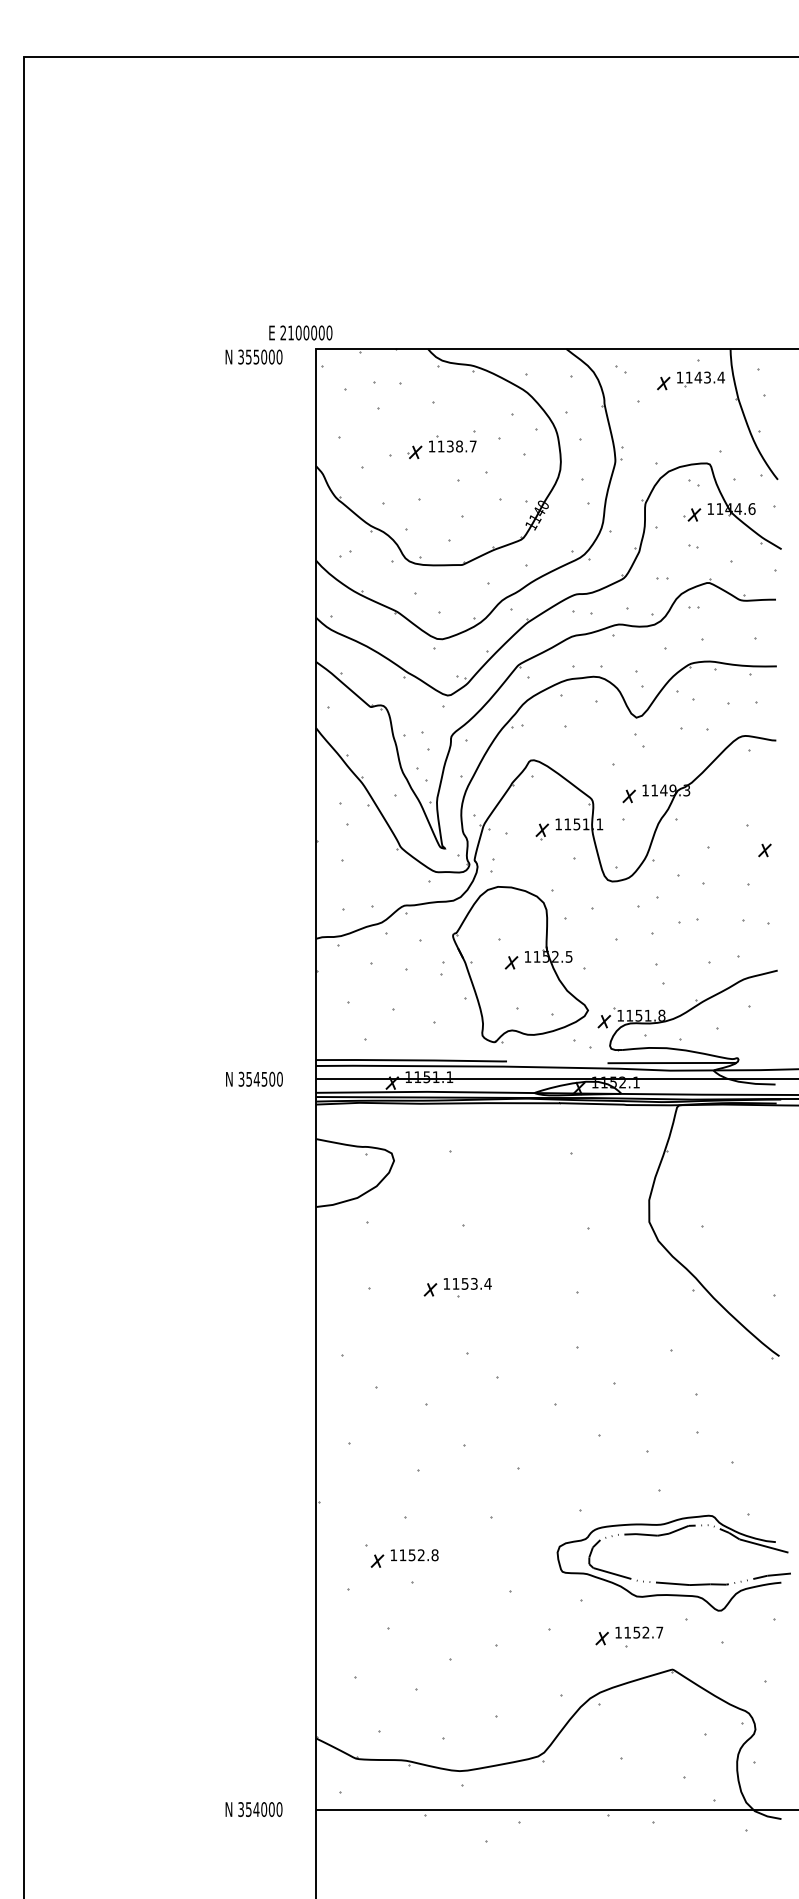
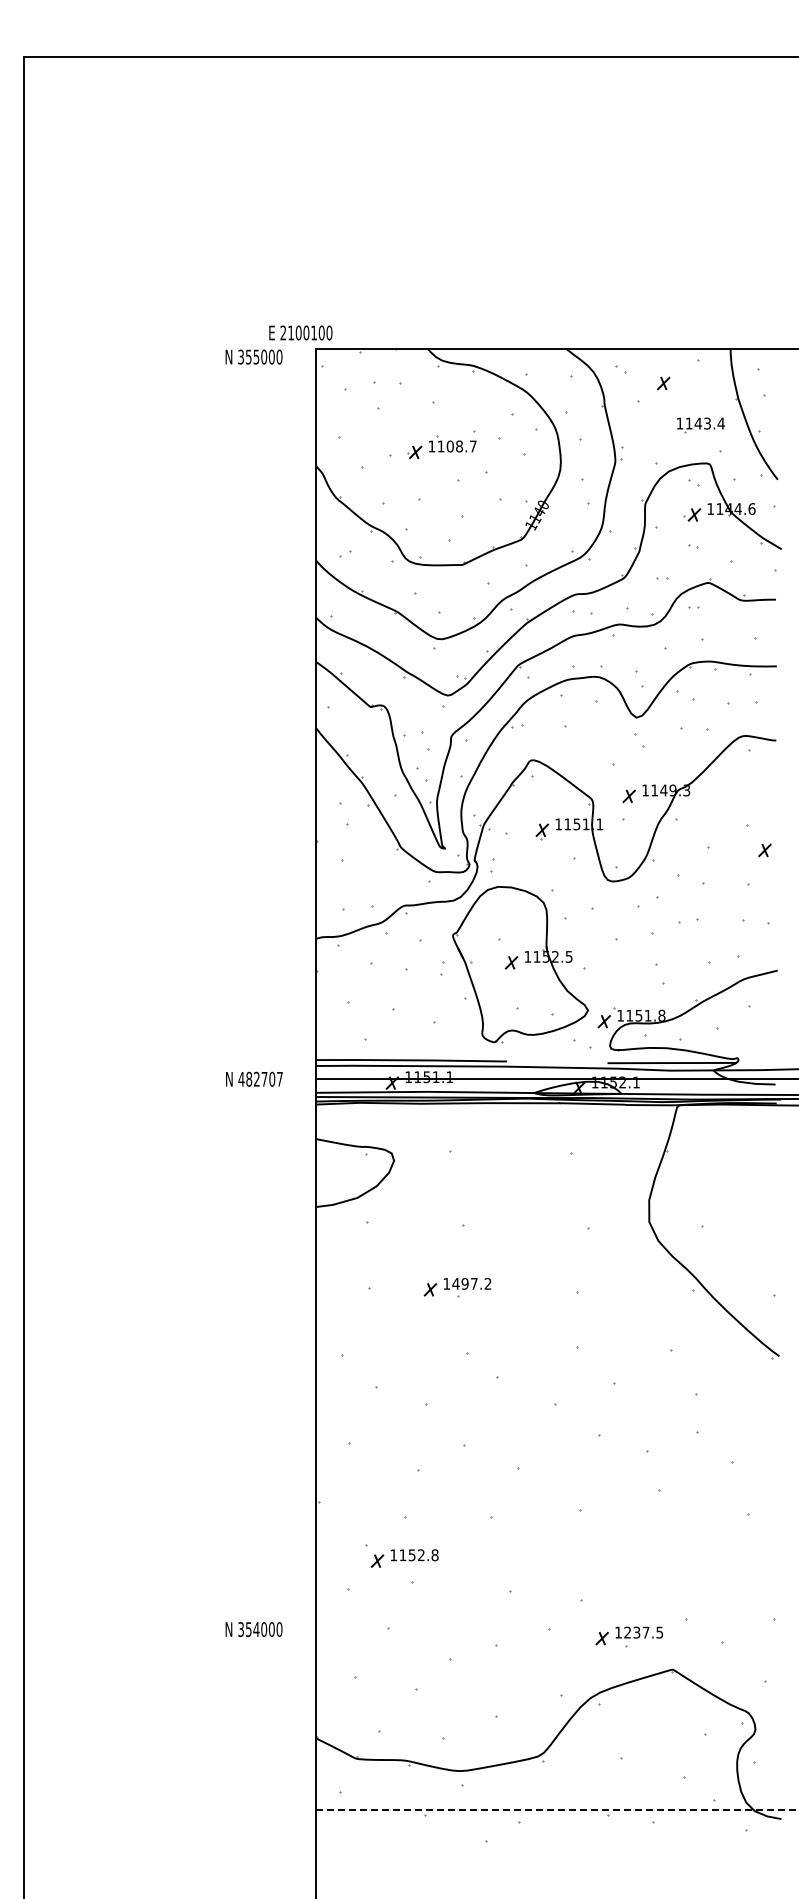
text at (314, 332): 2100000 -> 2100100
part at (700, 379) position: (700, 379) -> (700, 425)
text at (449, 446): 1138.7 -> 1108.7
text at (260, 1078): 354500 -> 482707
text at (471, 1283): 1153.4 -> 1497.2
part at (673, 1582): present -> none
text at (643, 1632): 1152.7 -> 1237.5
text at (253, 1809) position: (253, 1809) -> (253, 1629)
line at (557, 1809): solid -> dashed
